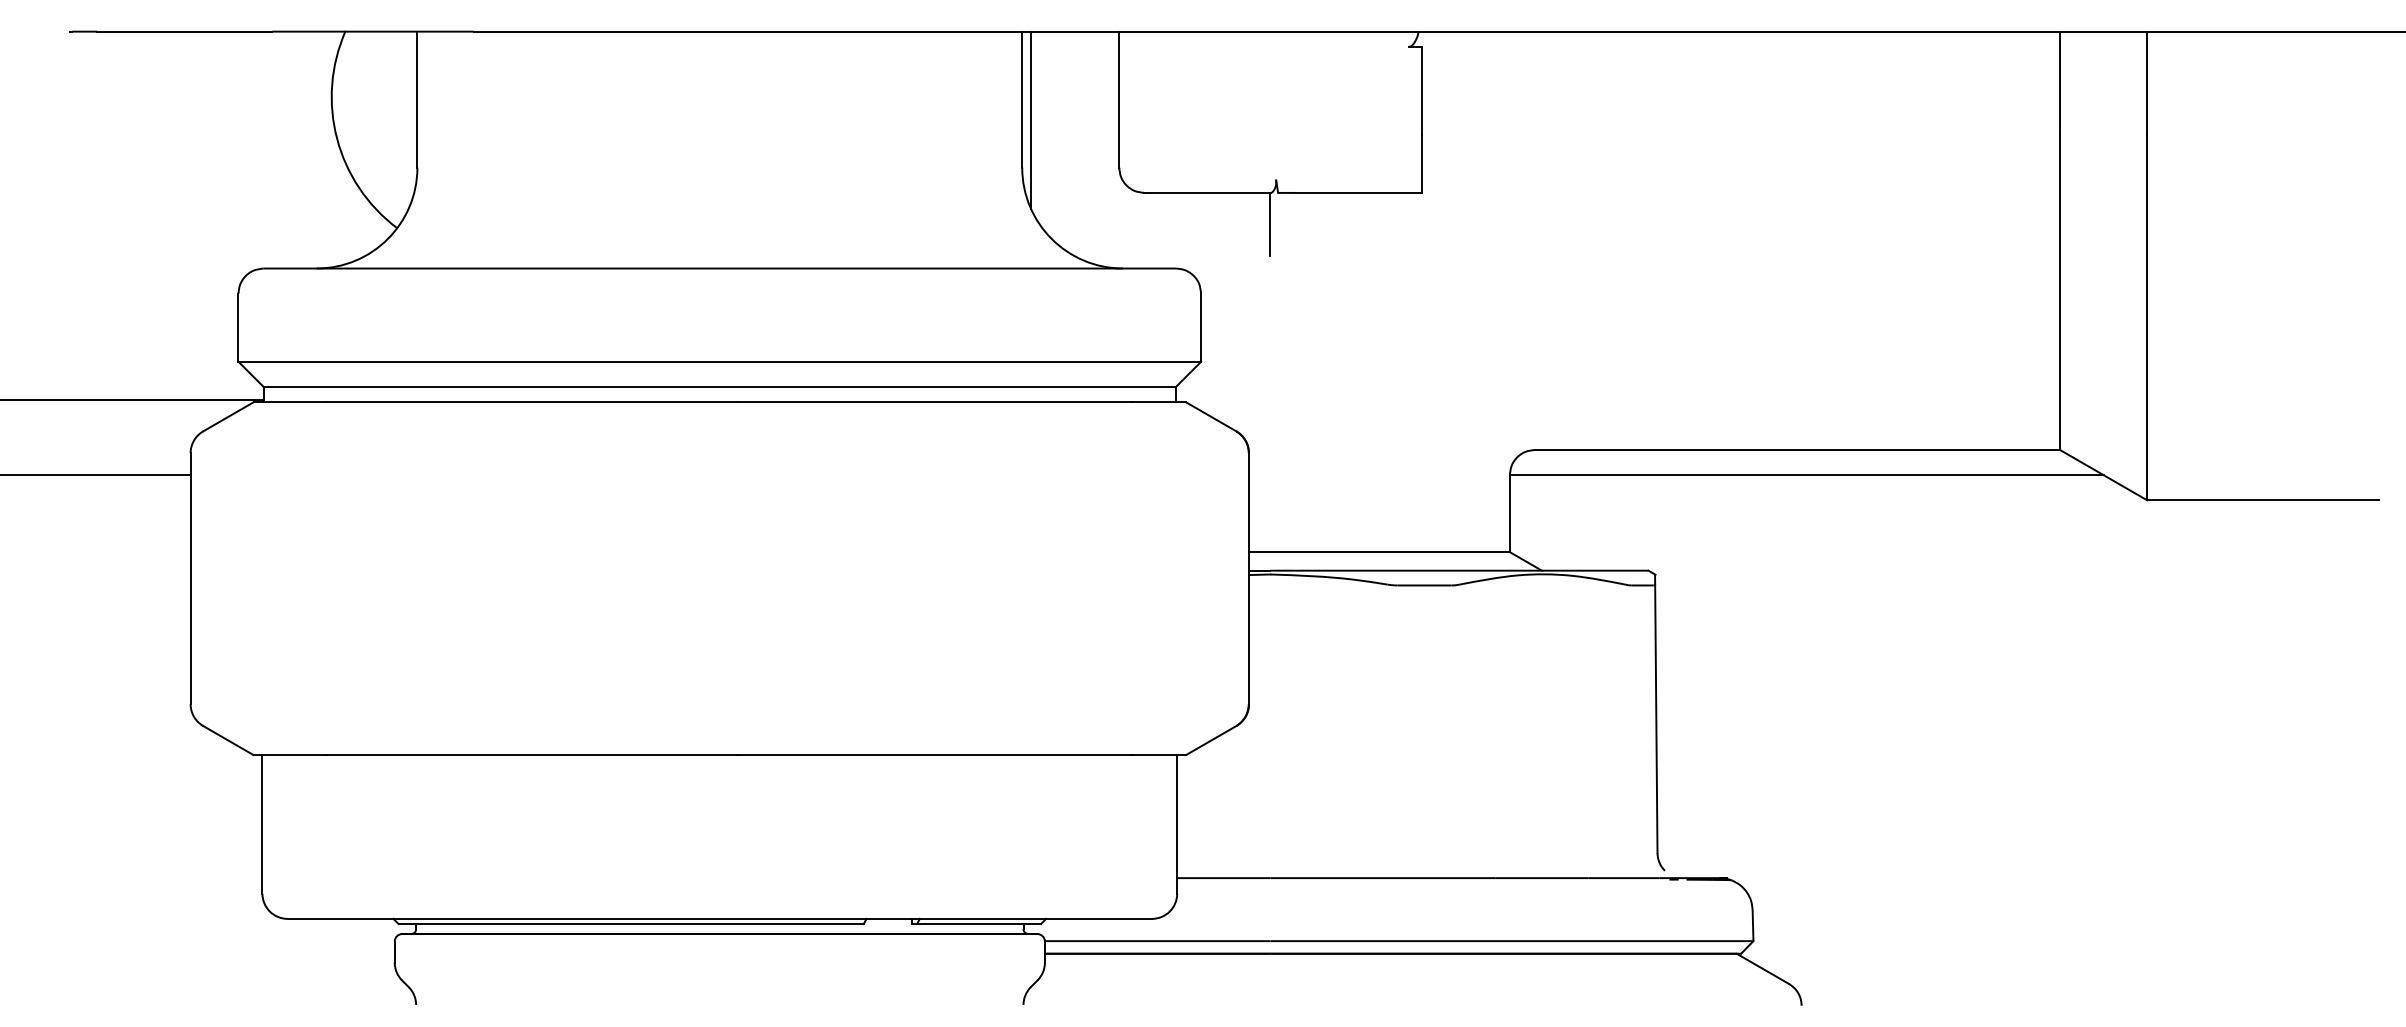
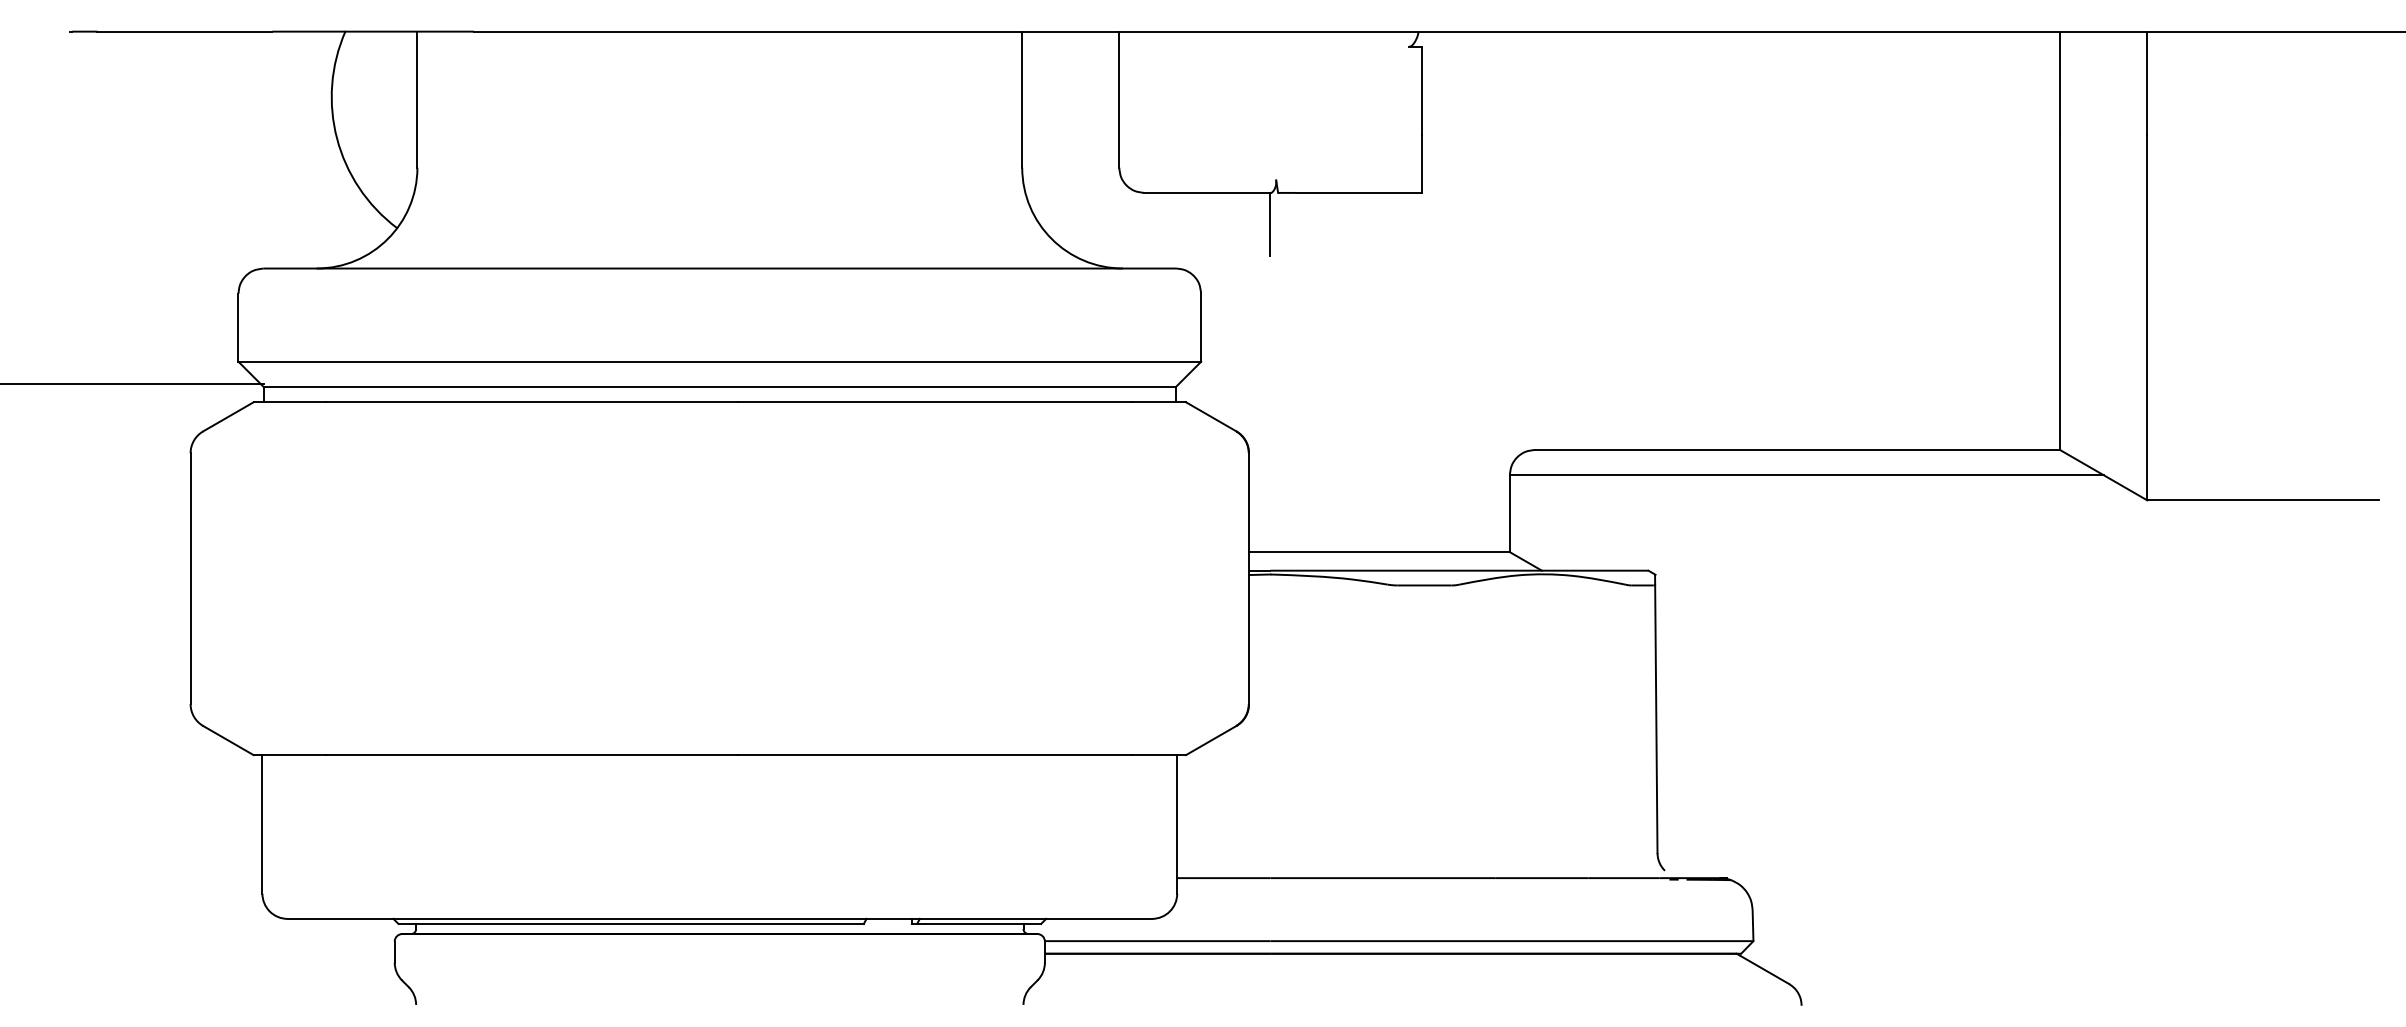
line at (1031, 119): present -> none
line at (132, 399) position: (132, 399) -> (132, 383)
line at (96, 475): present -> none
